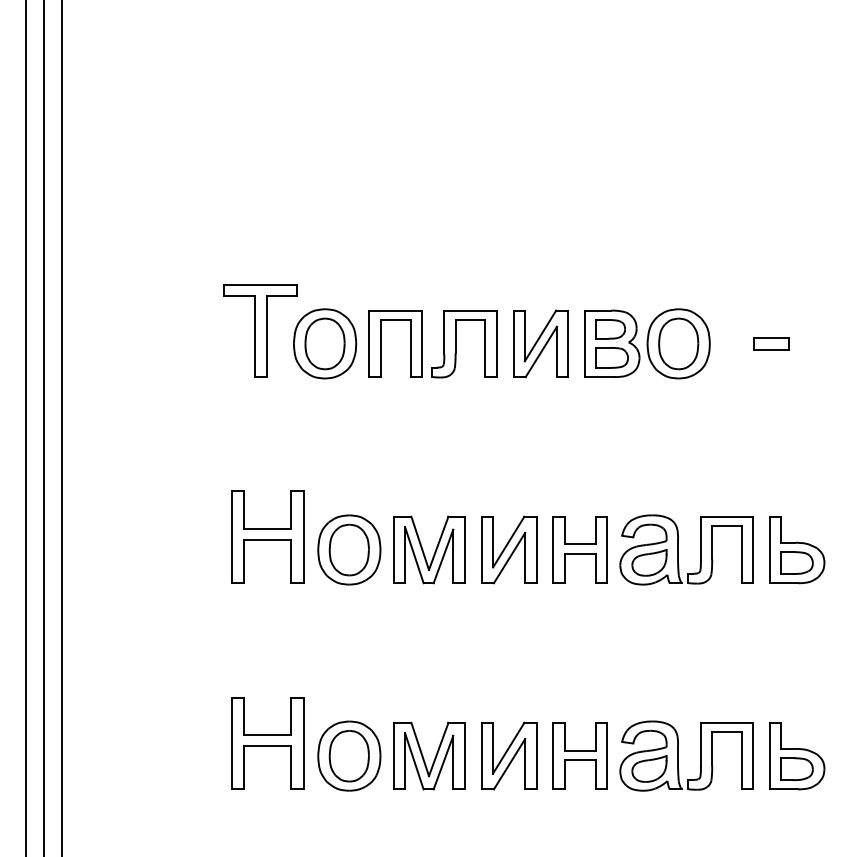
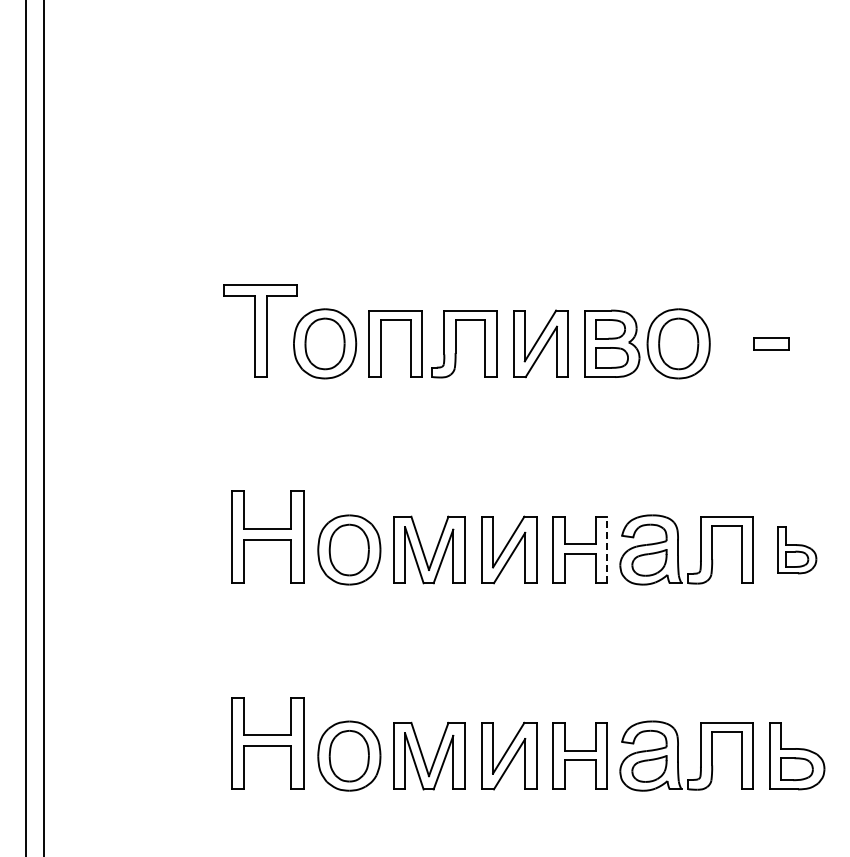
line at (61, 427): present -> none
line at (607, 549): solid -> dashed
part at (797, 550) size: 57x69 px -> 41x49 px
